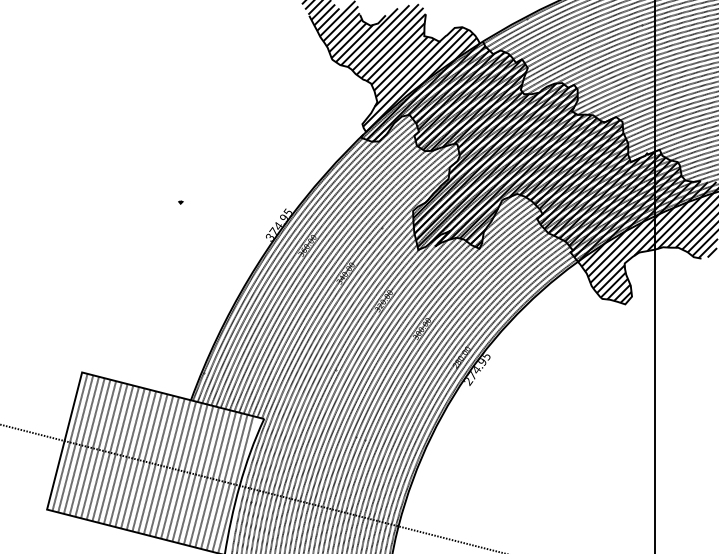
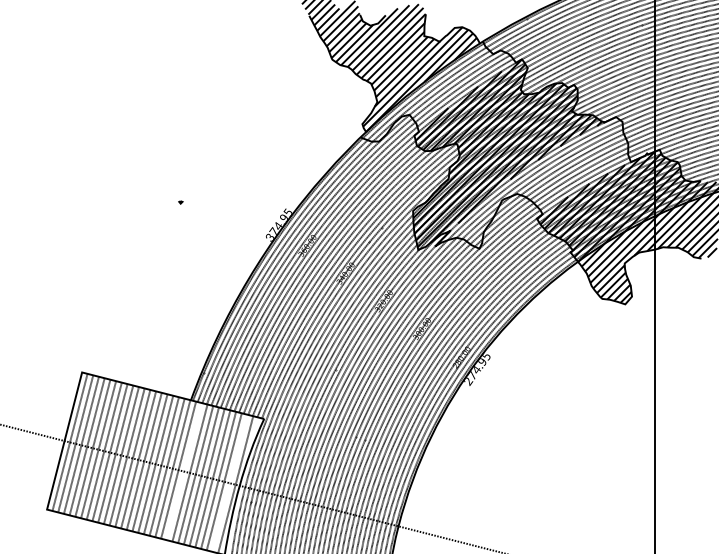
hatch at (436, 92): present -> none
hatch at (533, 182): present -> none
line at (183, 471): present -> none
line at (229, 482): present -> none
